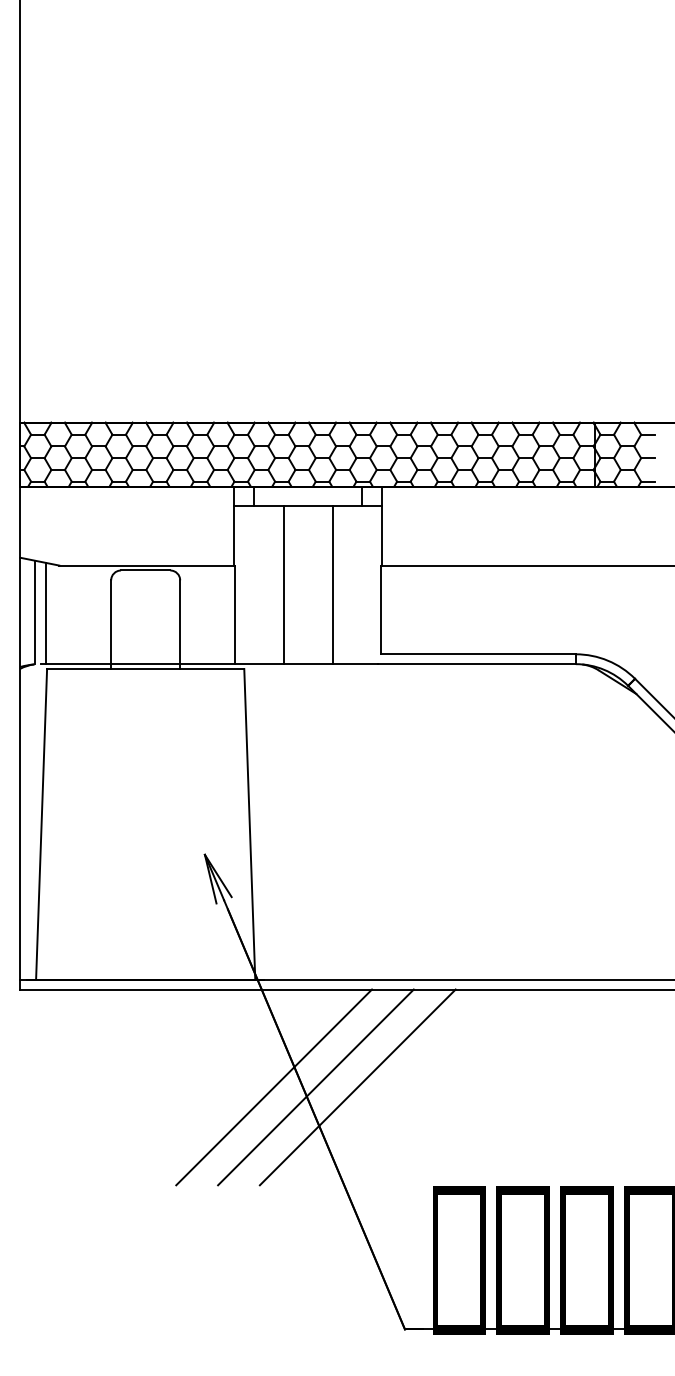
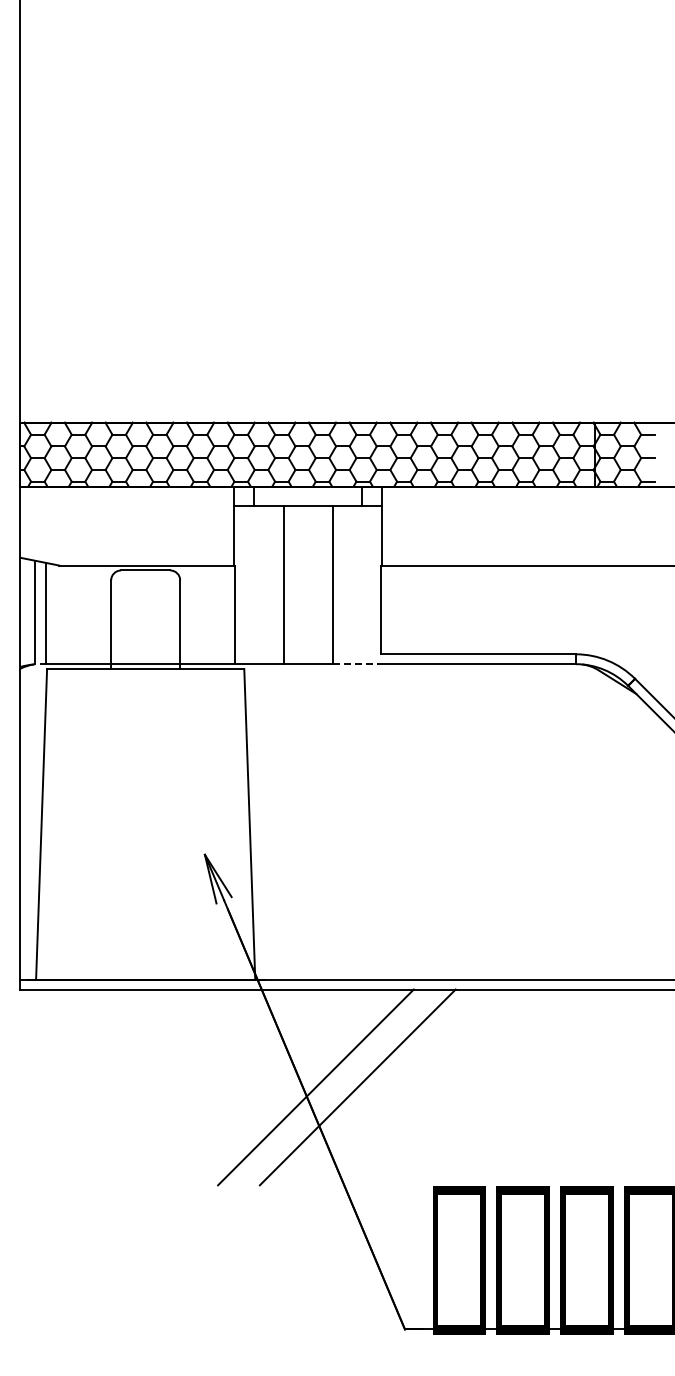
line at (355, 664): solid -> dashed
line at (274, 1087): present -> none
